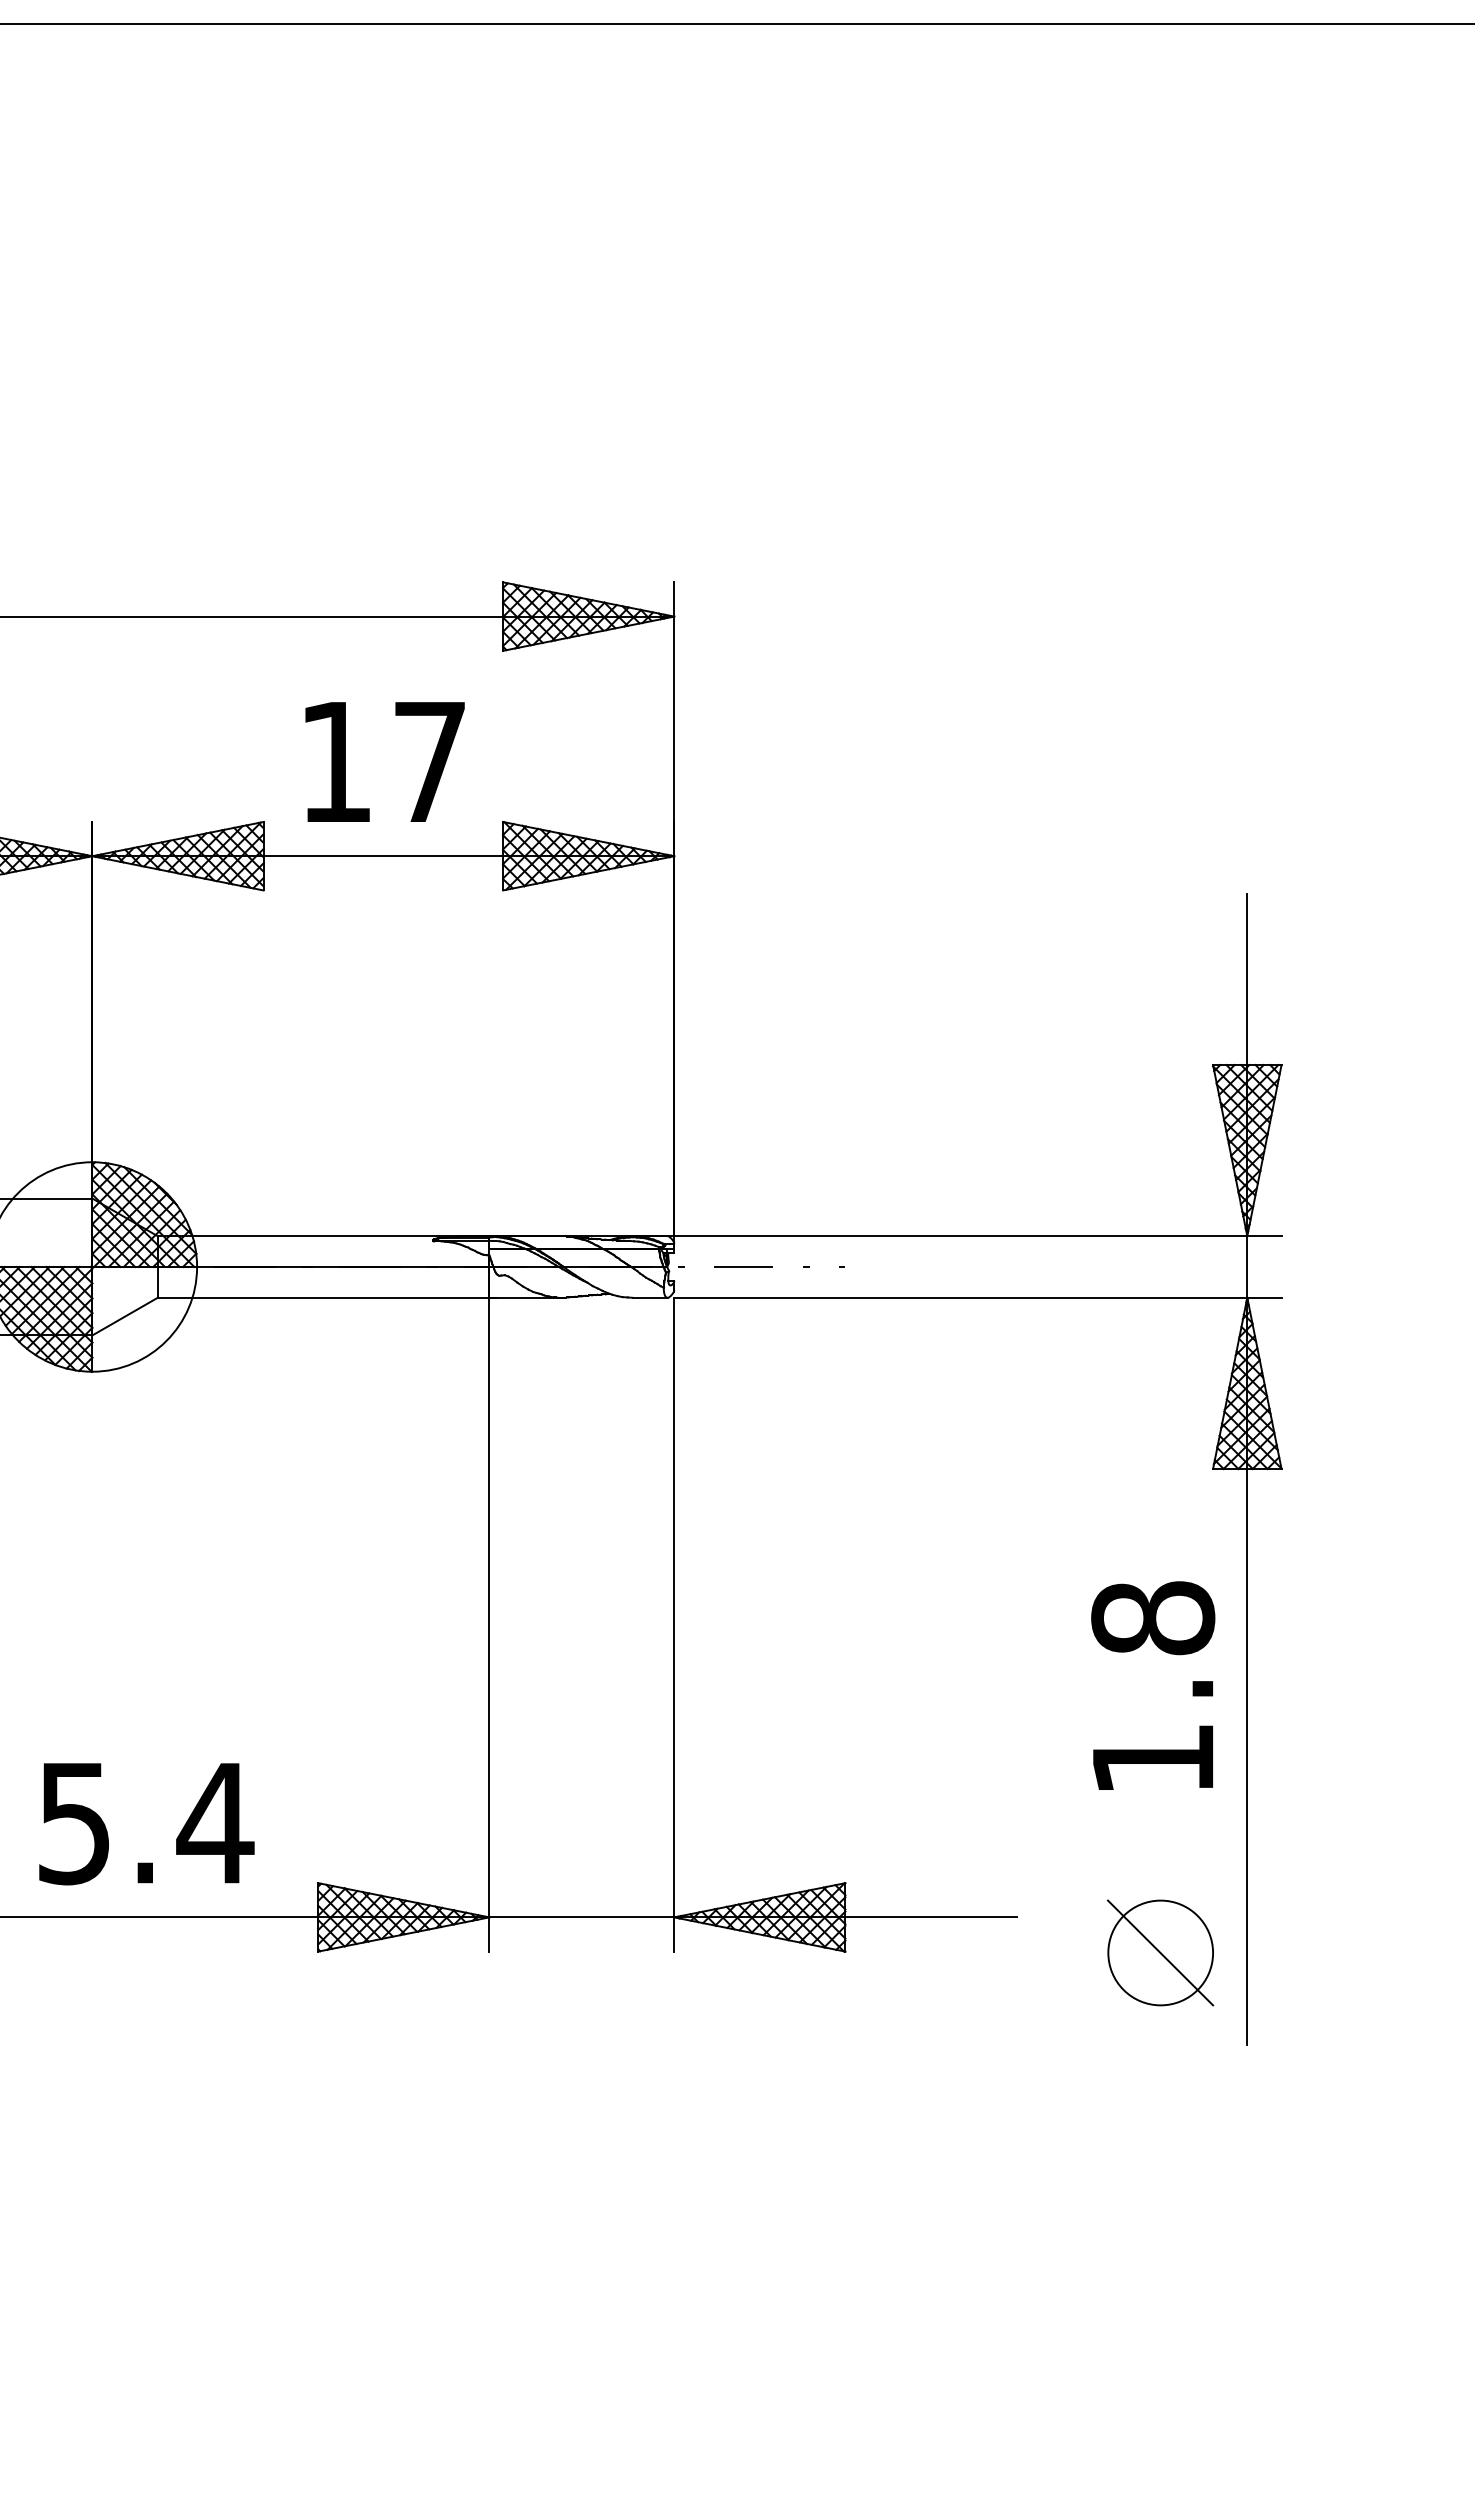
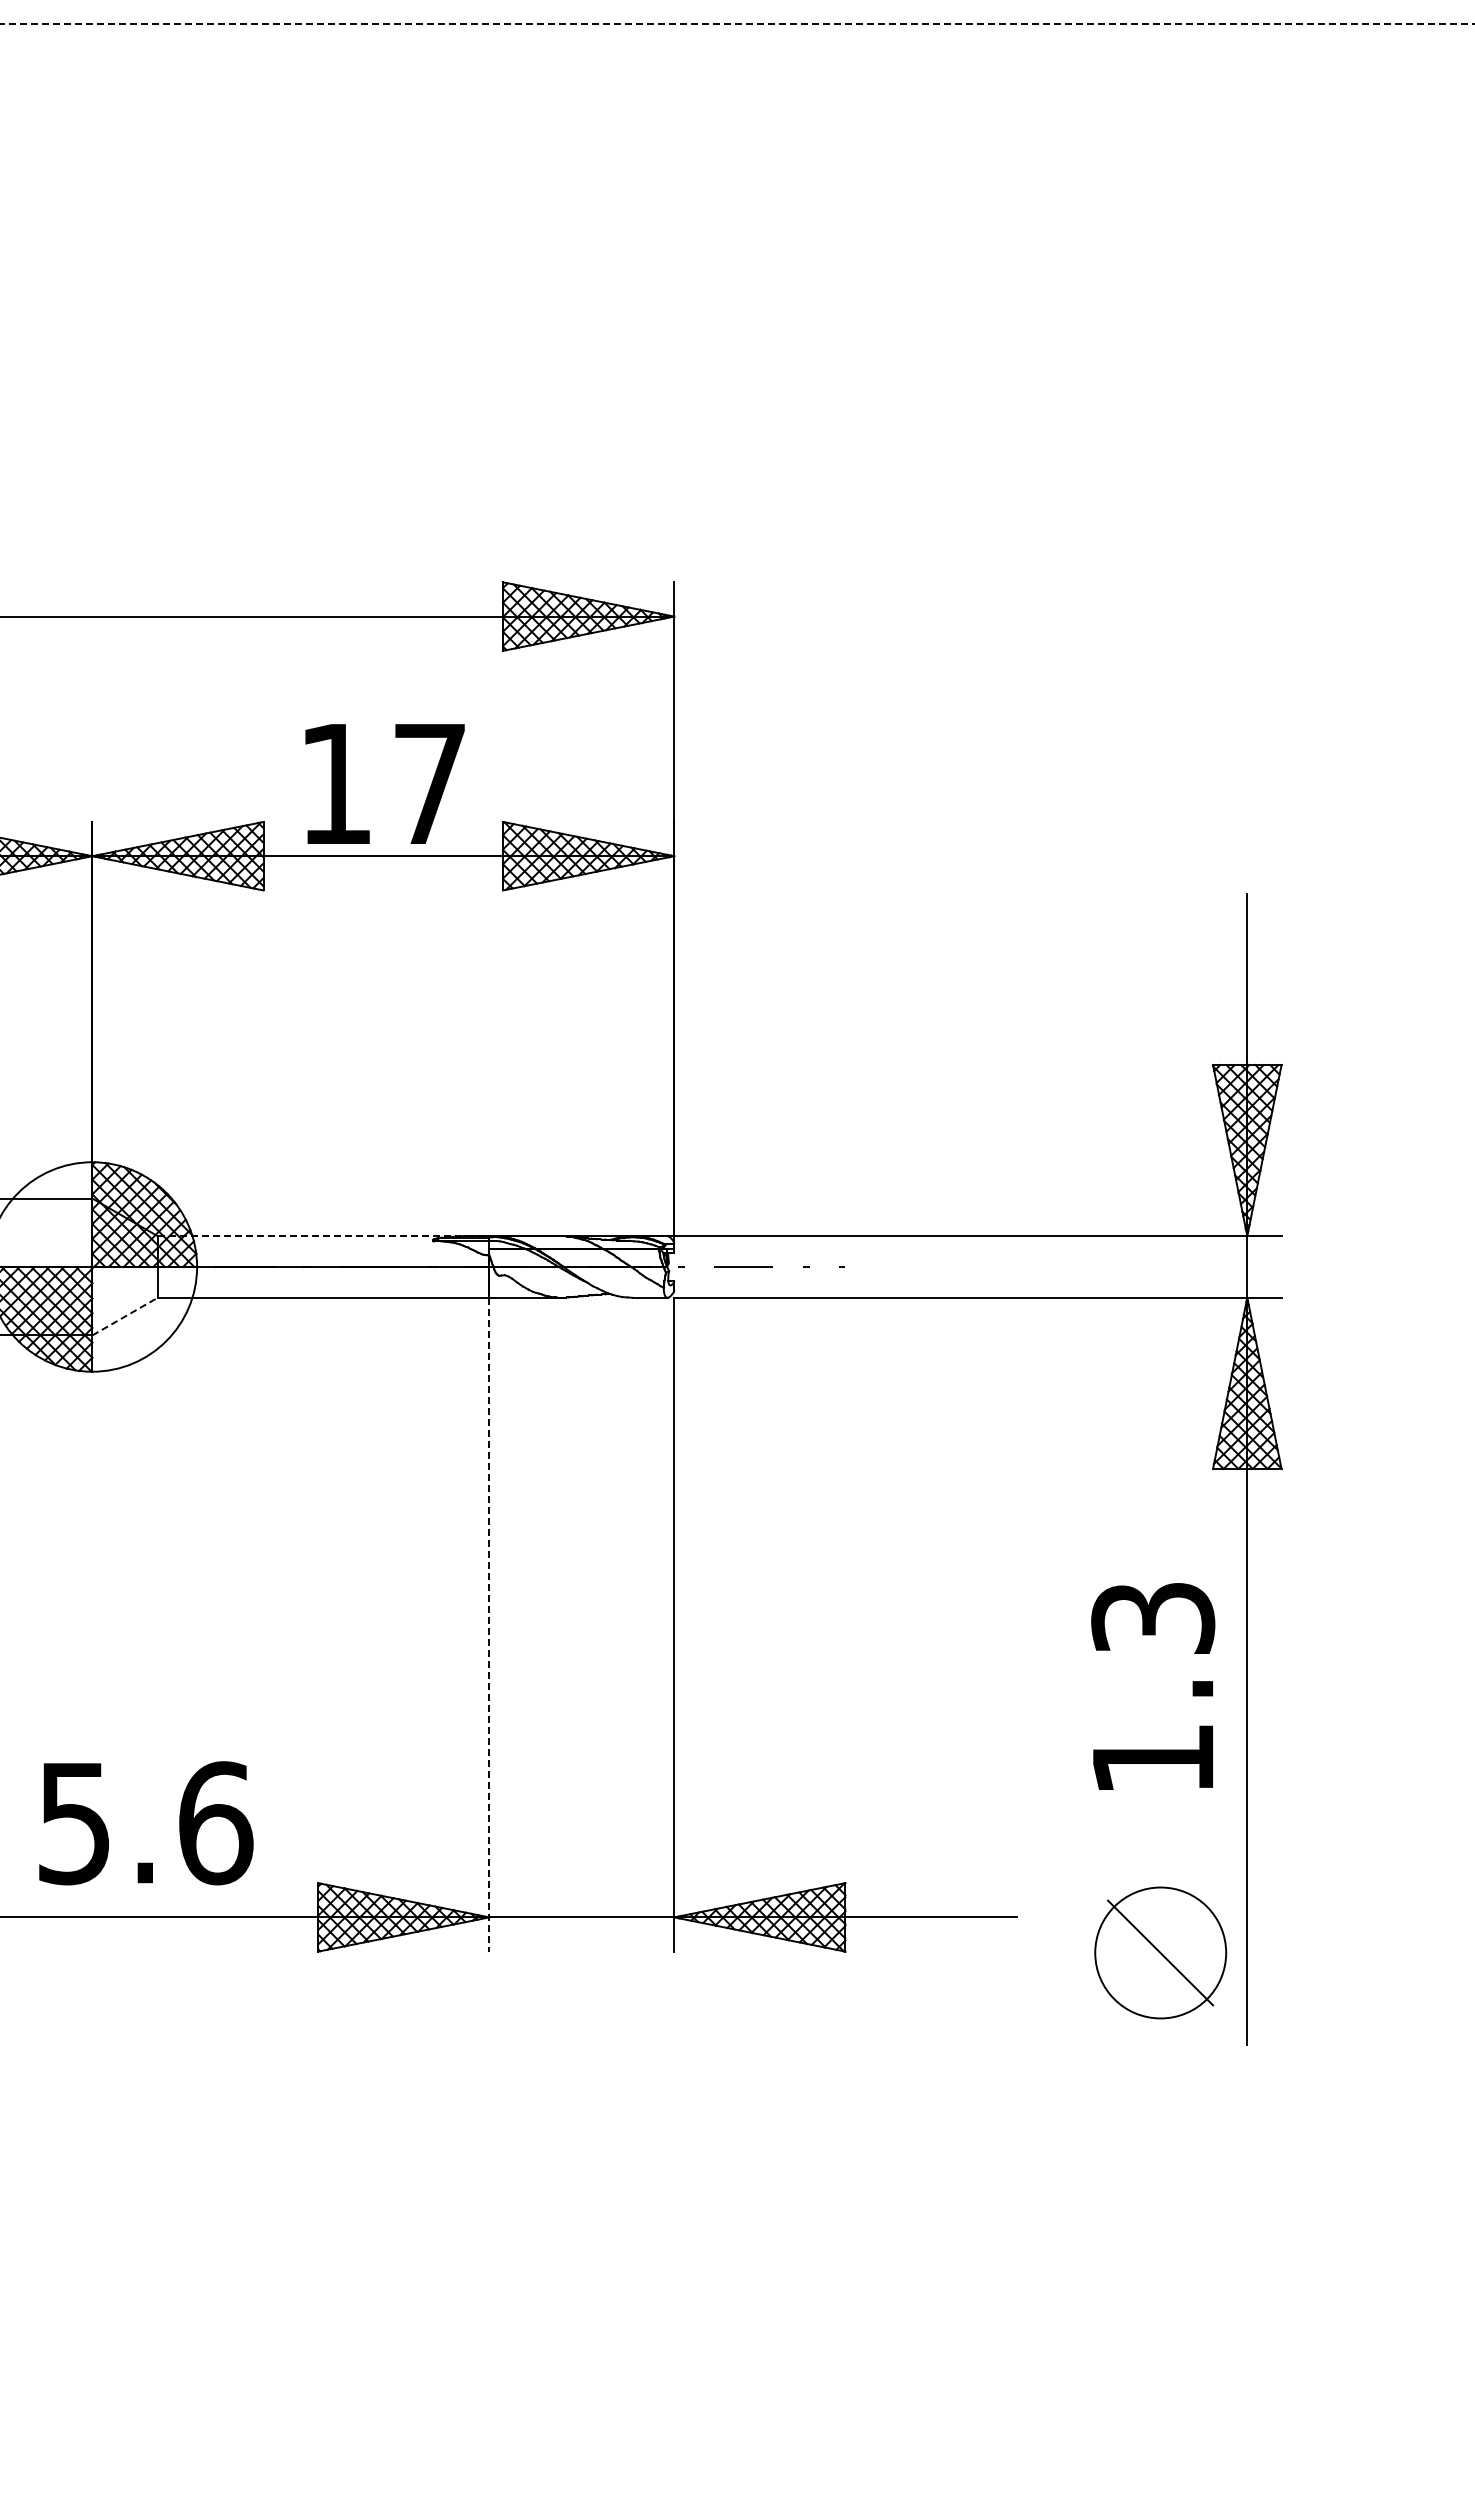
line at (737, 24): solid -> dashed
text at (384, 761) position: (384, 761) -> (384, 783)
line at (323, 1236): solid -> dashed
line at (125, 1316): solid -> dashed
text at (1153, 1618): 1.8 -> 1.3
line at (489, 1624): solid -> dashed
text at (215, 1823): 5.4 -> 5.6
circle at (1160, 1952) diameter: 105 px -> 131 px
